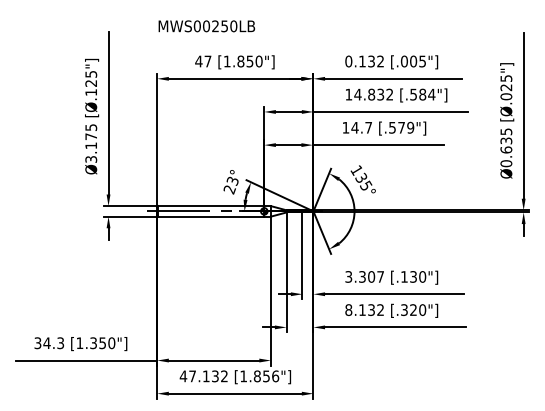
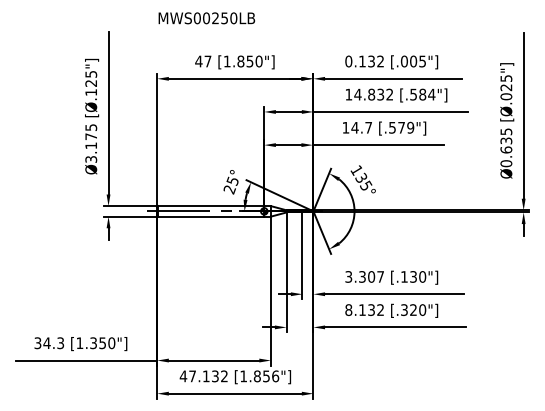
text at (206, 26) position: (206, 26) -> (206, 18)
text at (232, 179): 23° -> 25°
